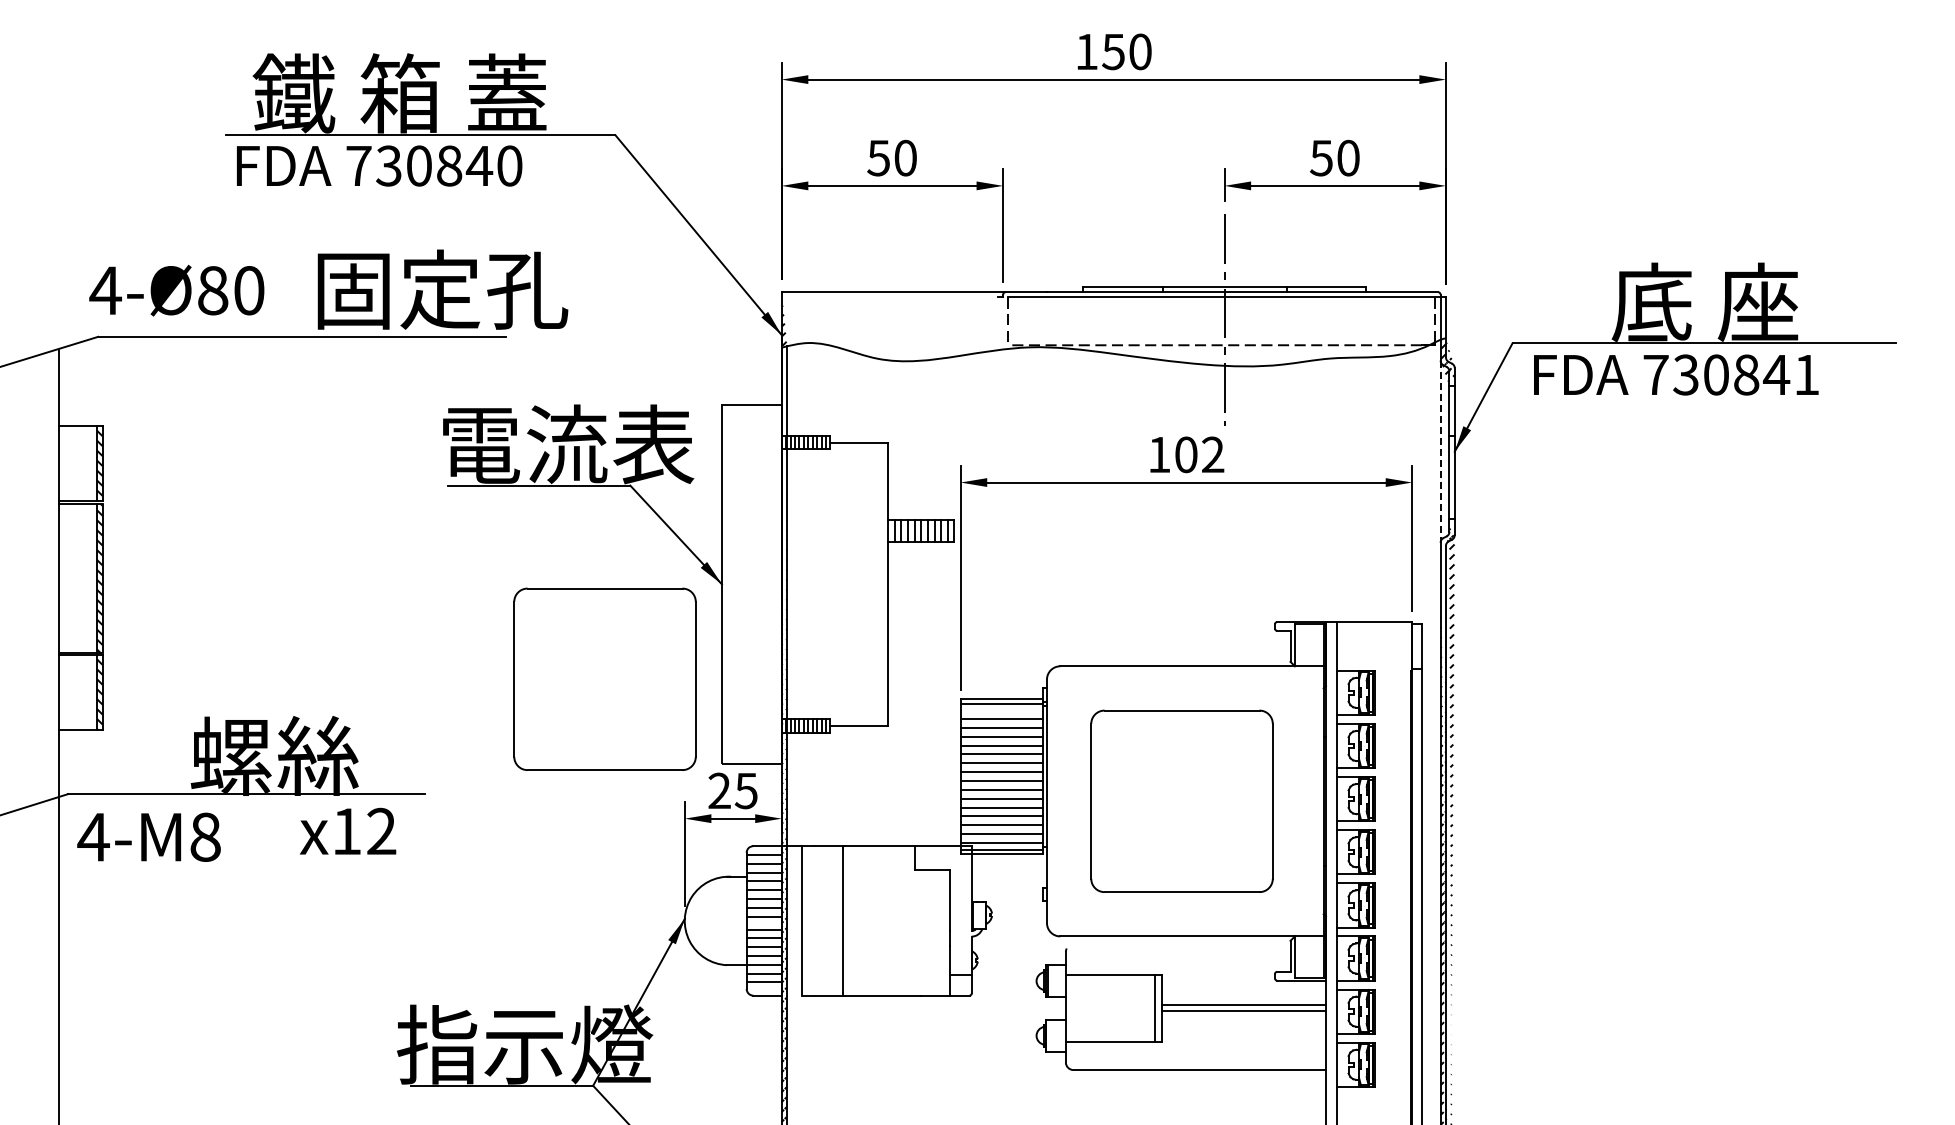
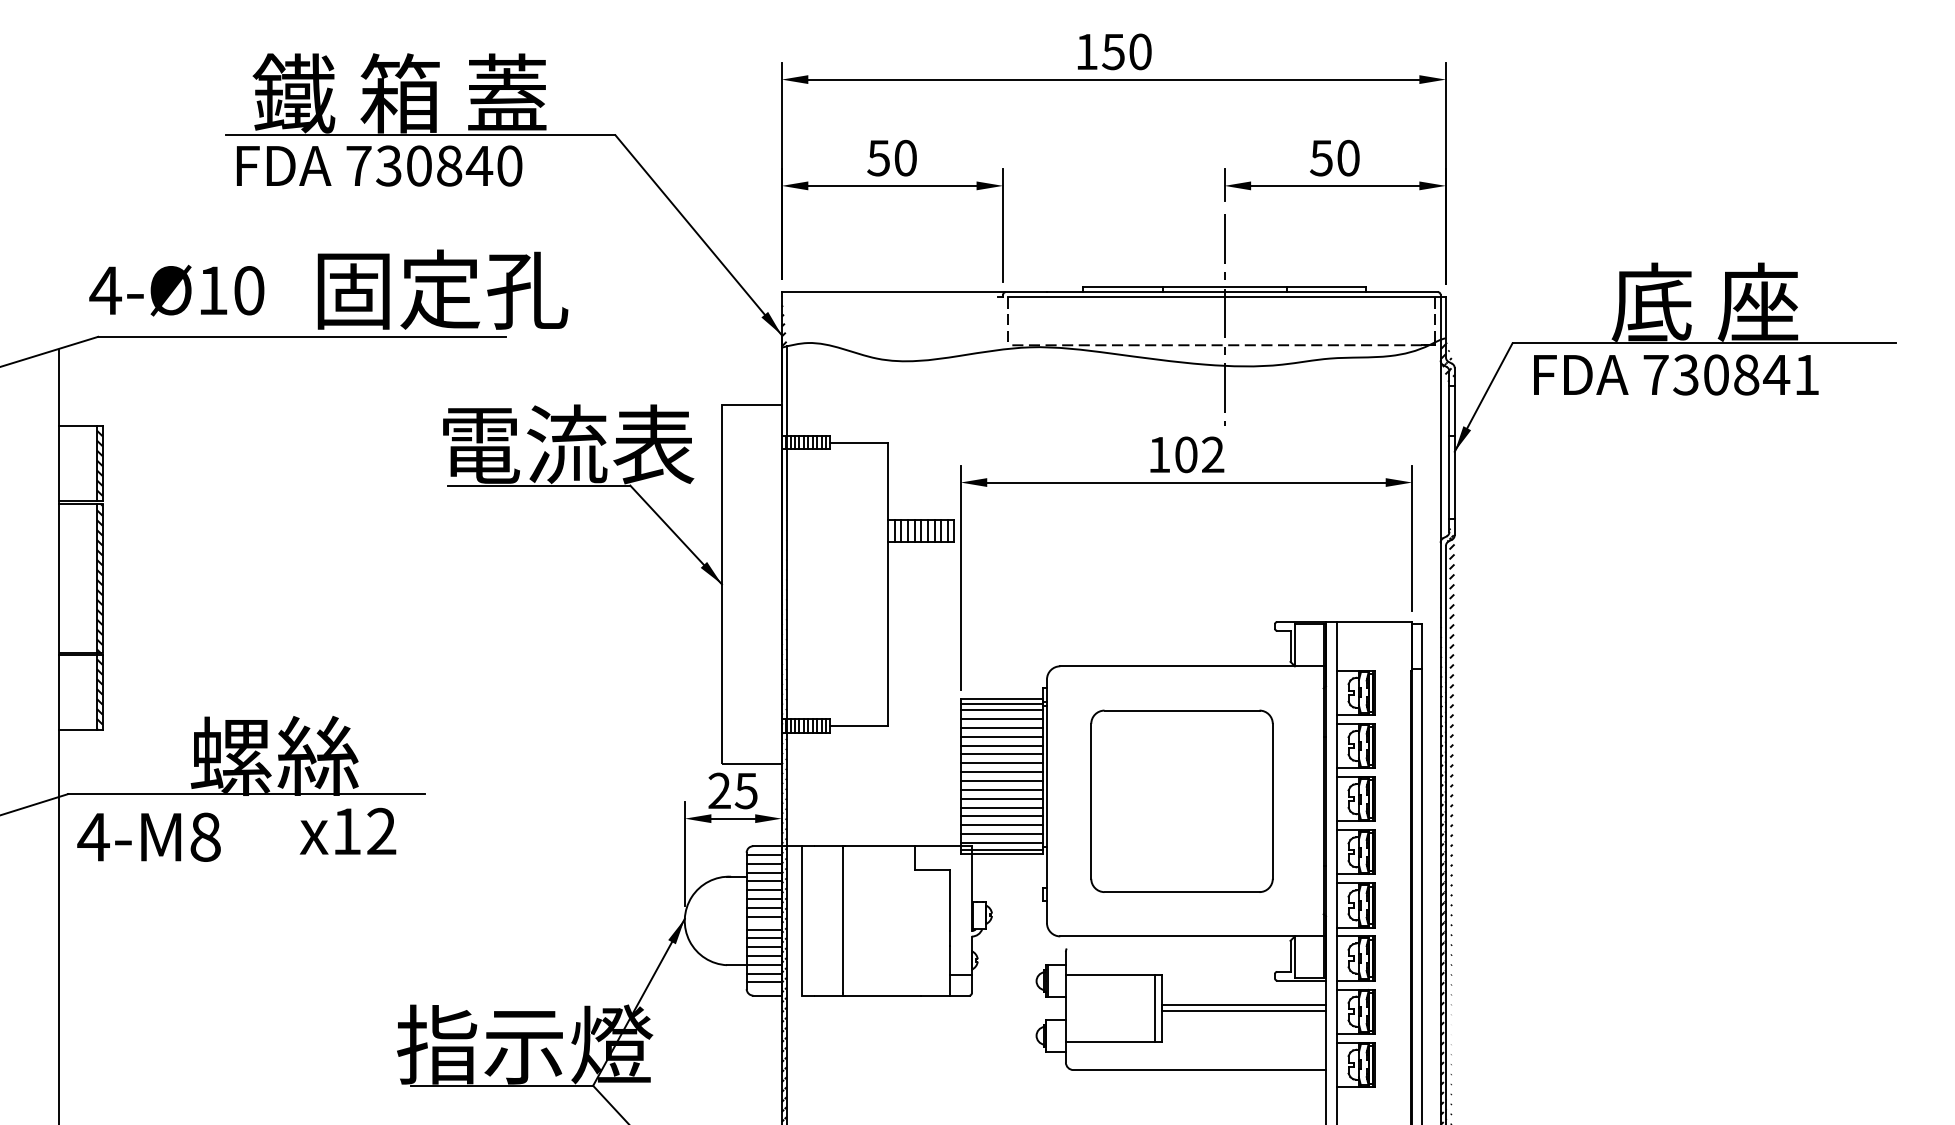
text at (213, 290): 4-Ø80 -> 4-Ø10
line at (1440, 452): dashed -> solid
part at (604, 678): present -> none
line at (1001, 710): none -> present
